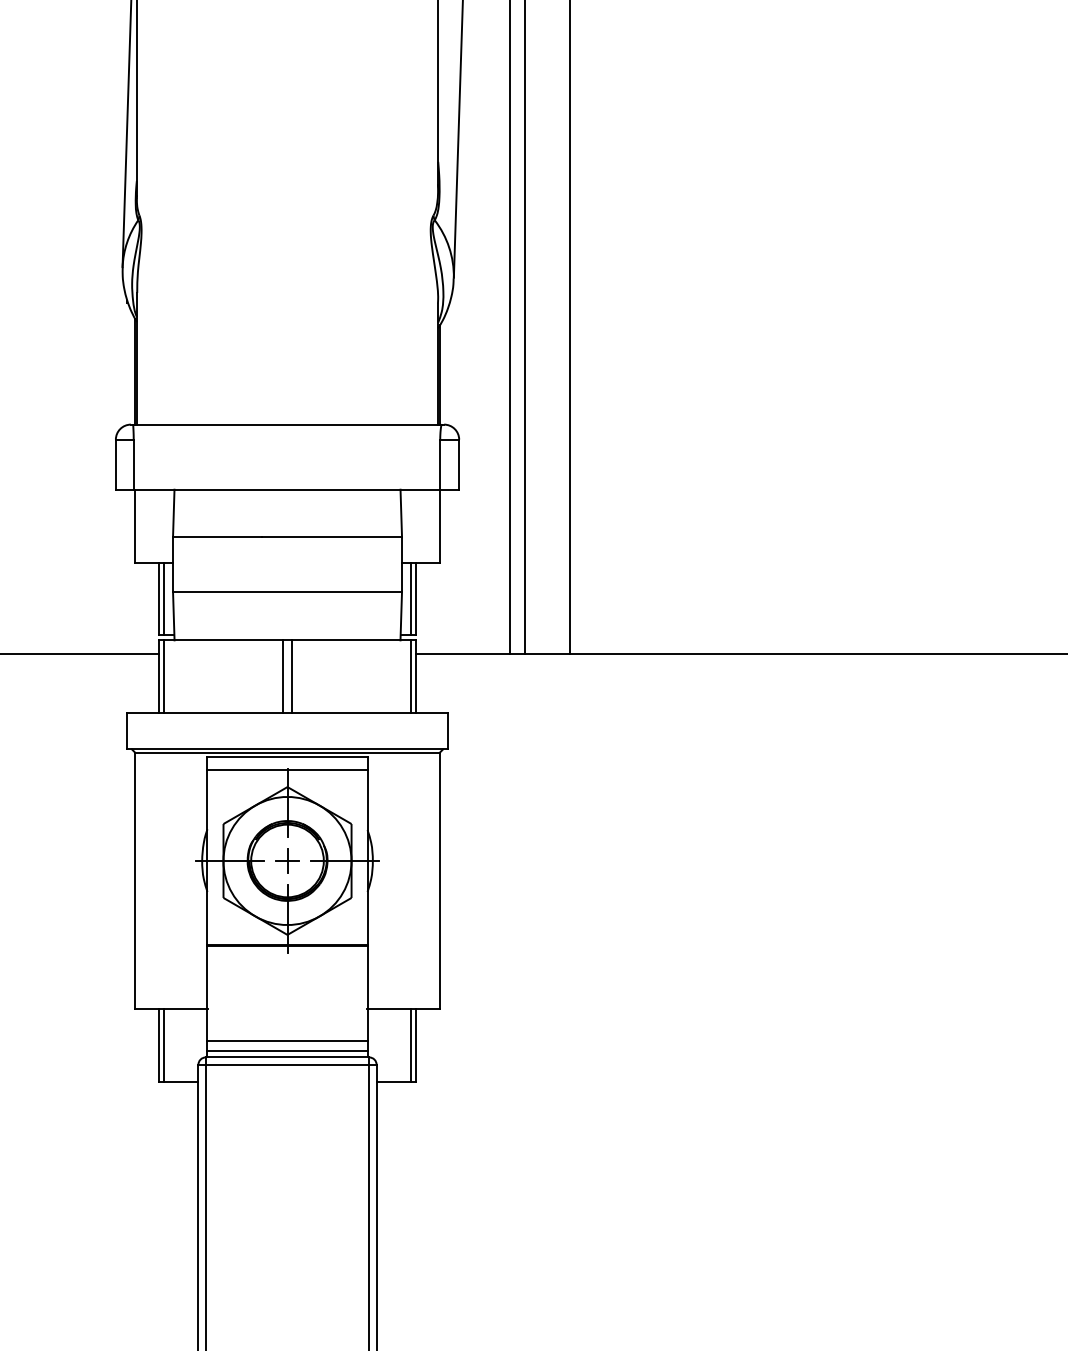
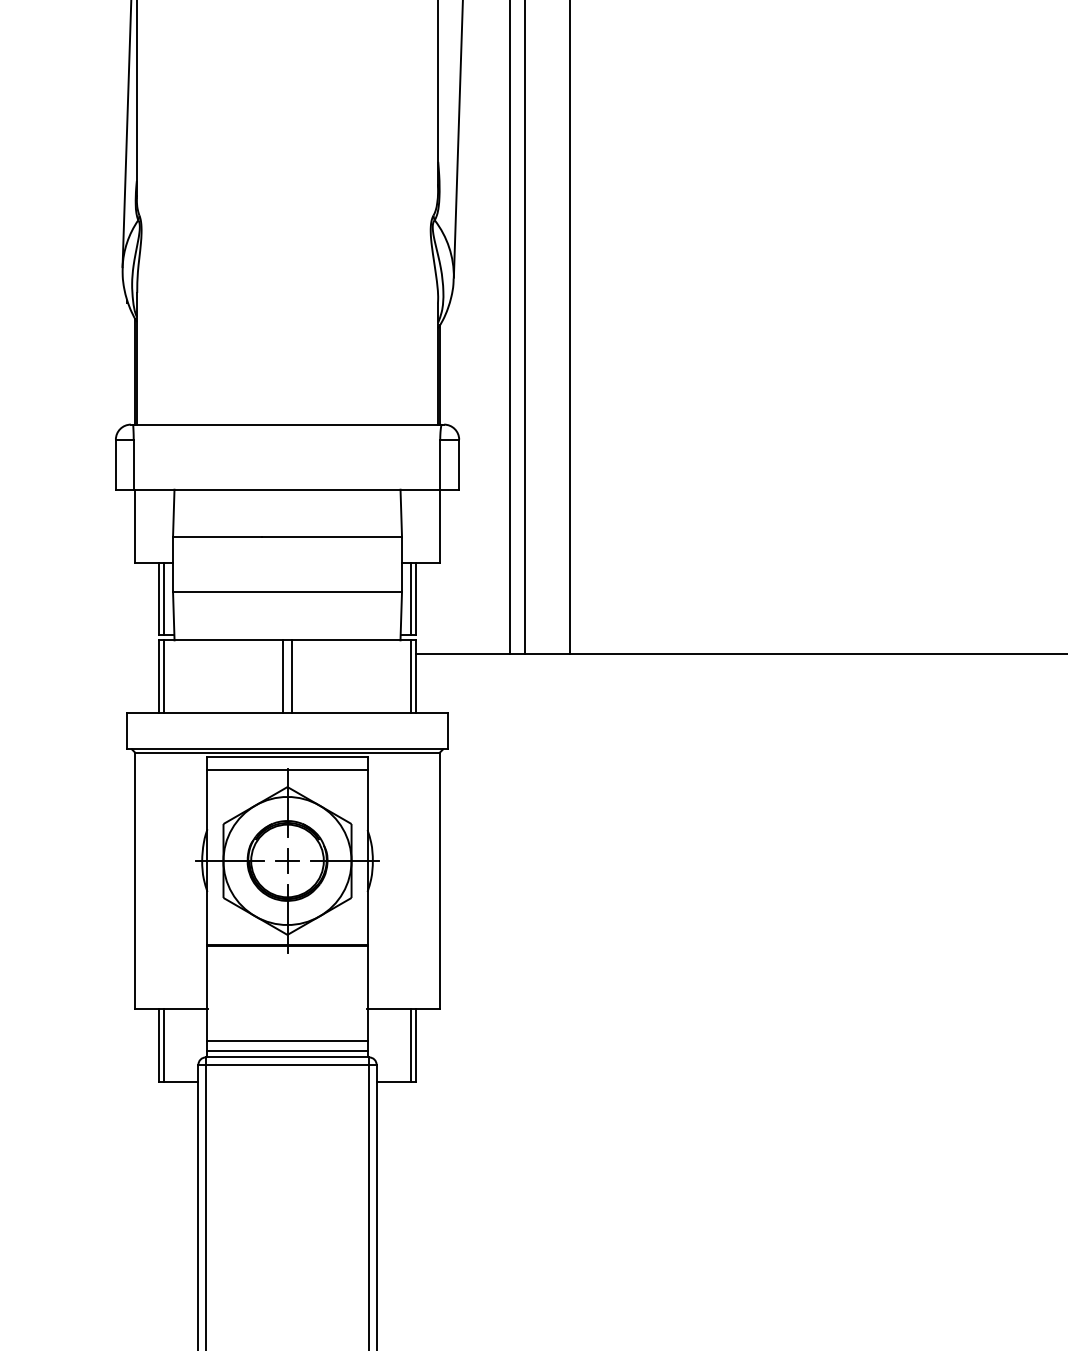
line at (80, 654): present -> none
